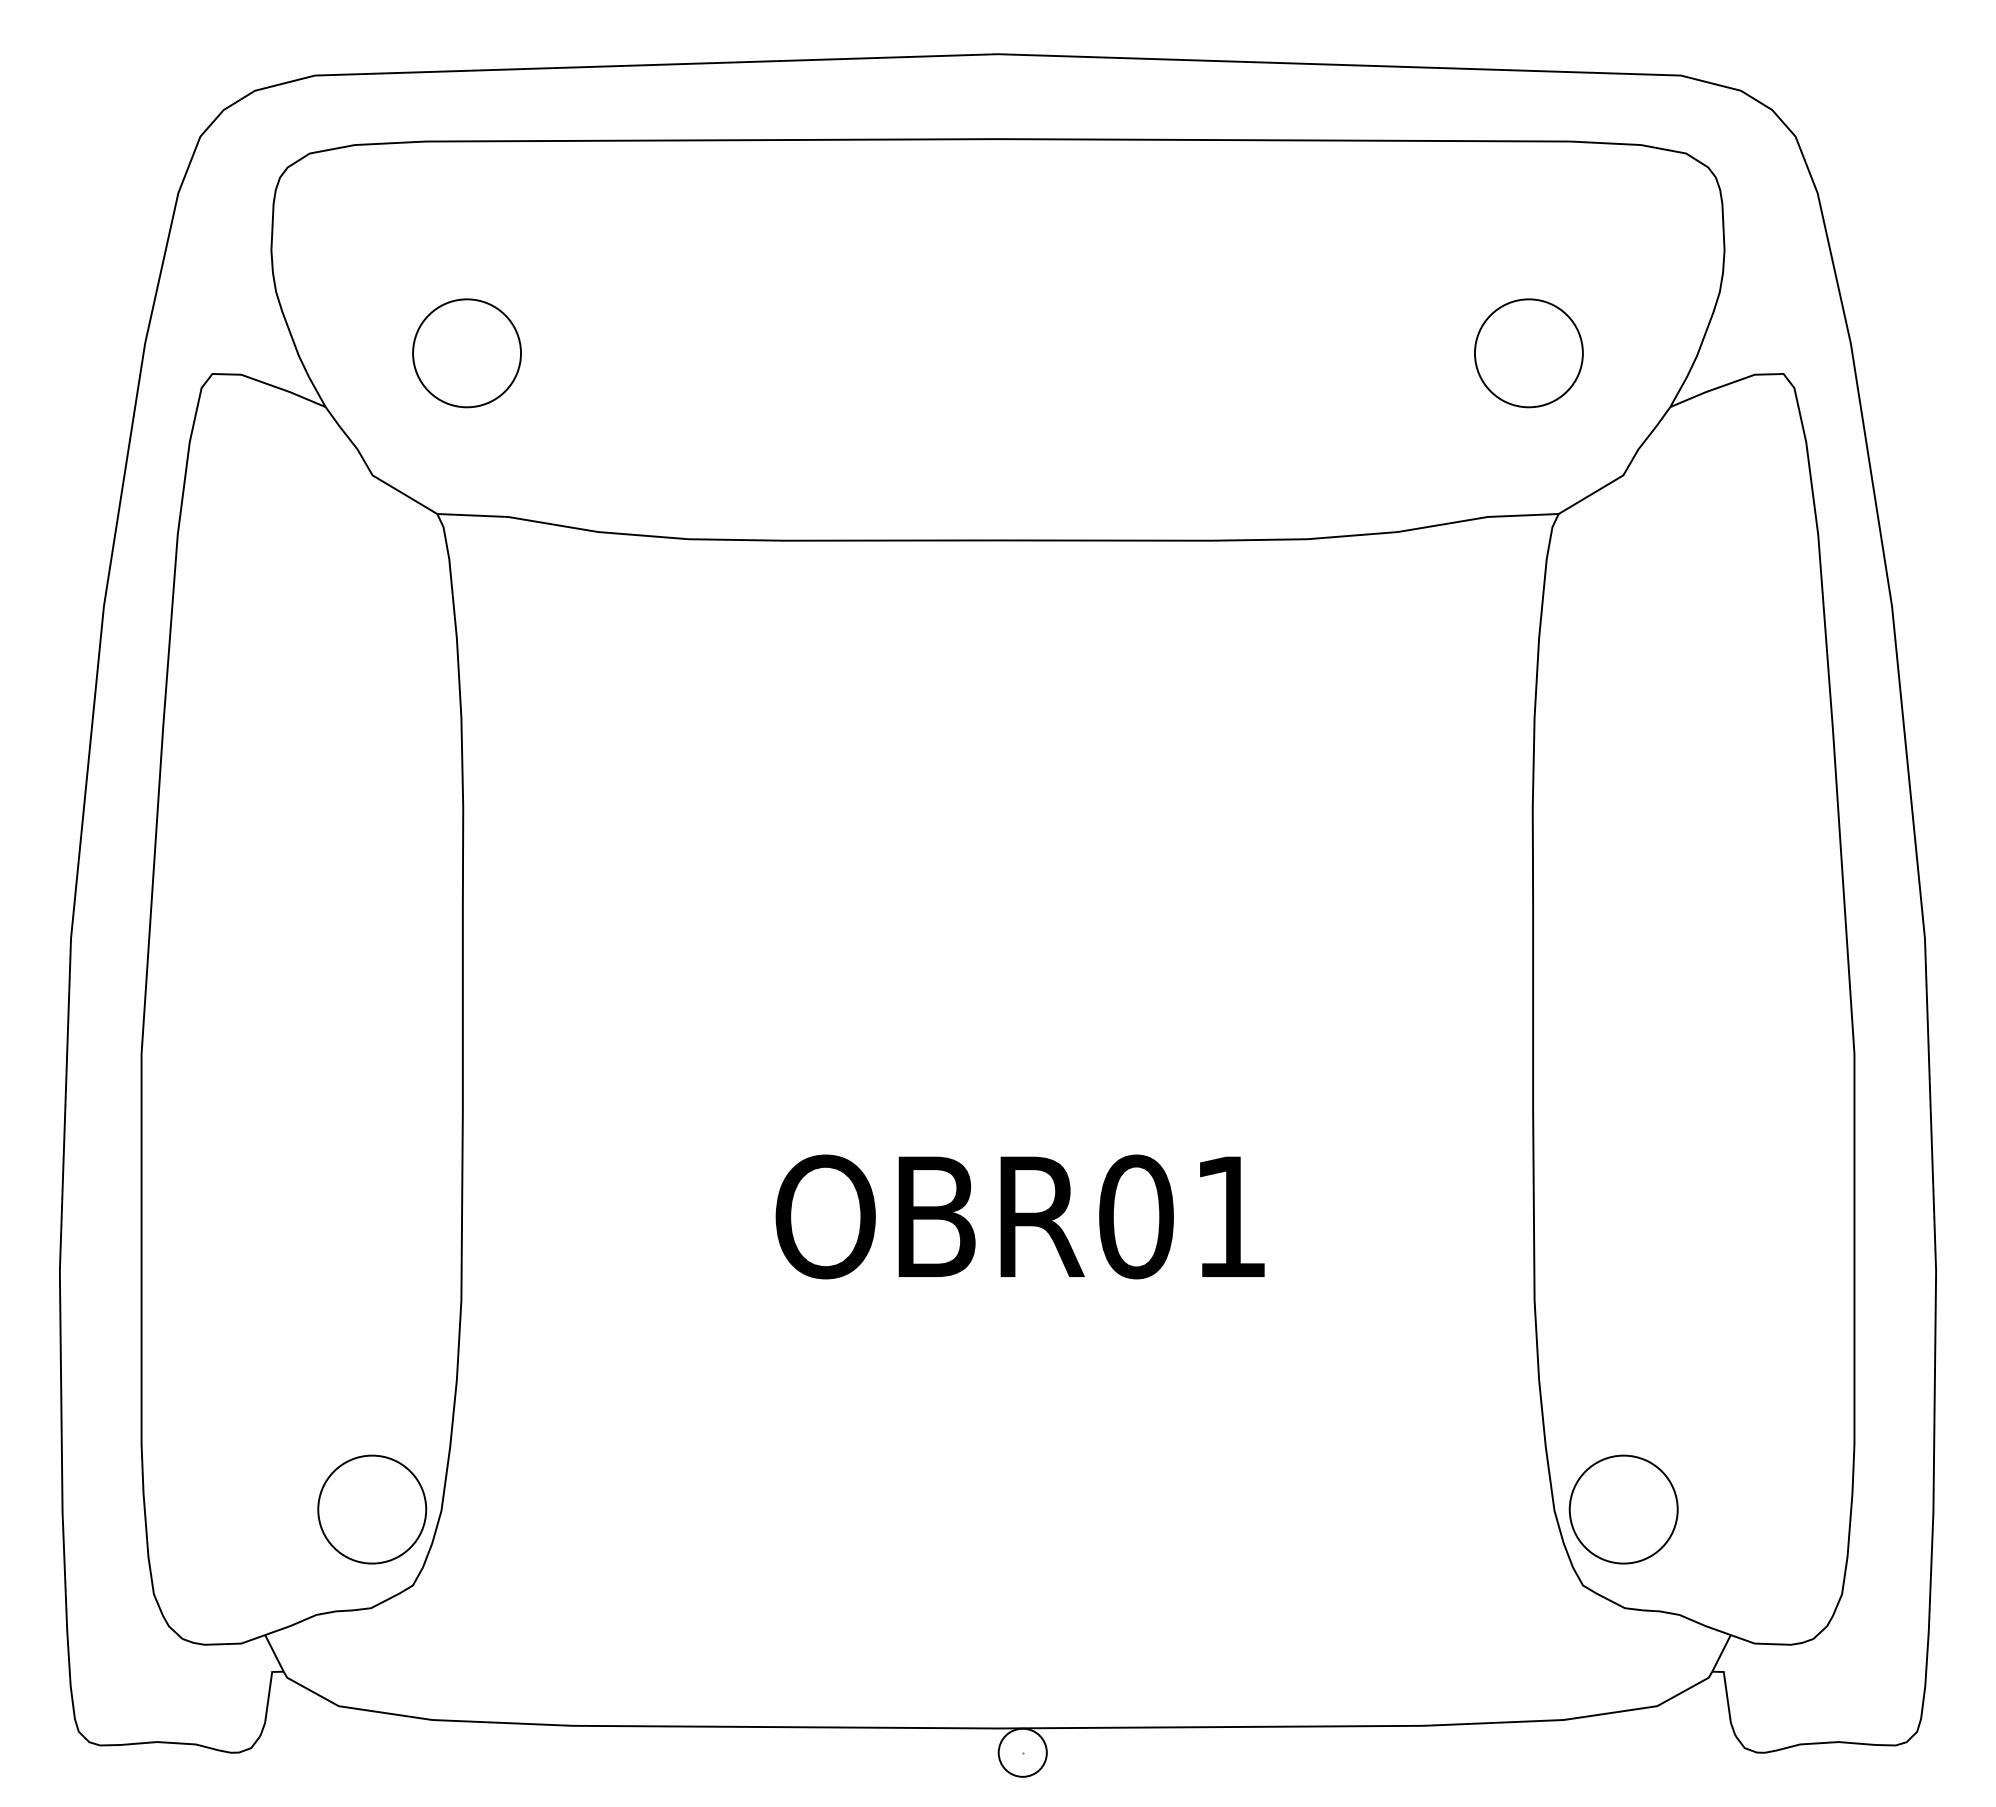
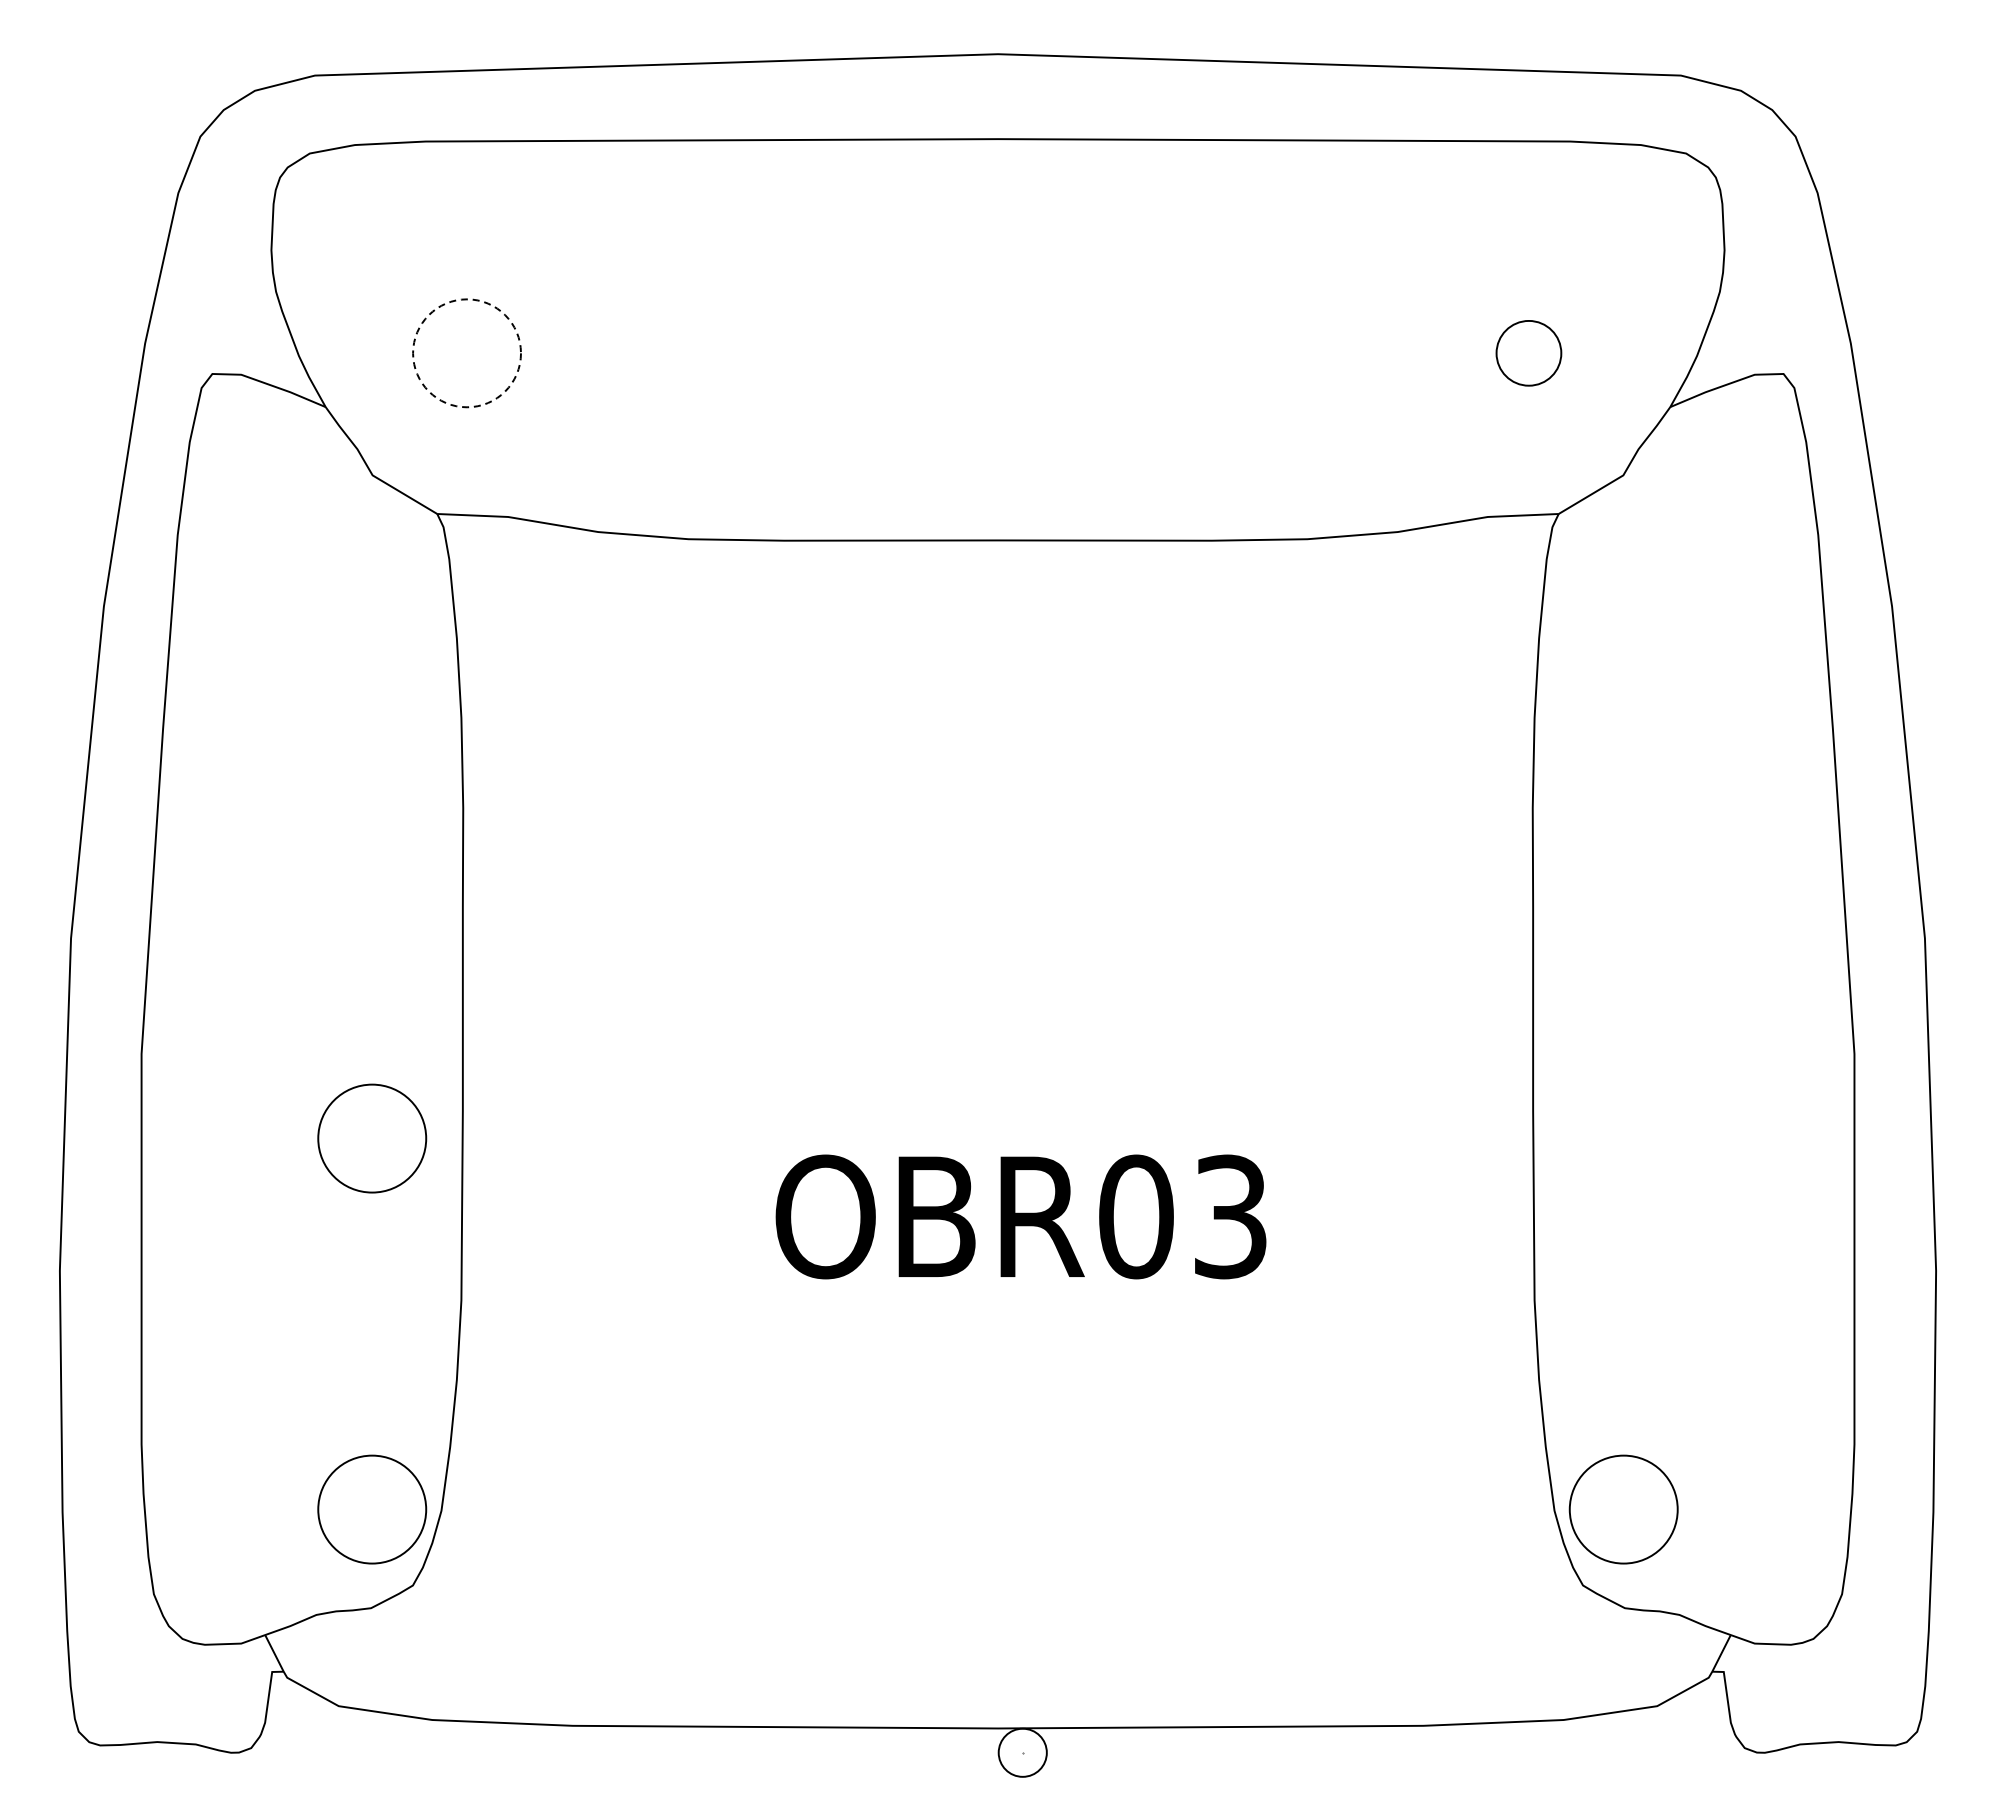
circle at (467, 353): solid -> dashed
circle at (1528, 353) diameter: 108 px -> 65 px
circle at (372, 1138): none -> present
text at (1230, 1216): OBR01 -> OBR03
